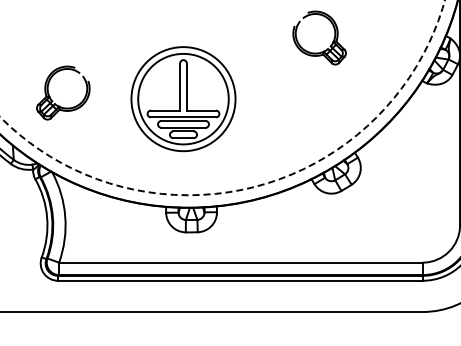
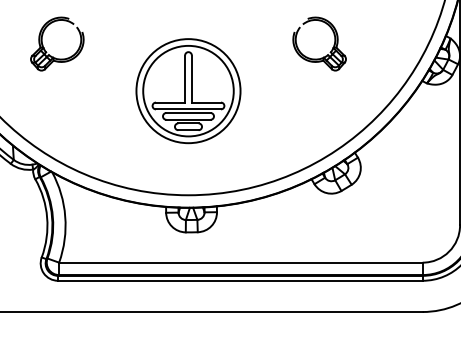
part at (331, 43) position: (331, 43) -> (331, 49)
circle at (222, 97): dashed -> solid
part at (51, 98) position: (51, 98) -> (45, 49)
part at (183, 99) position: (183, 99) -> (188, 91)
